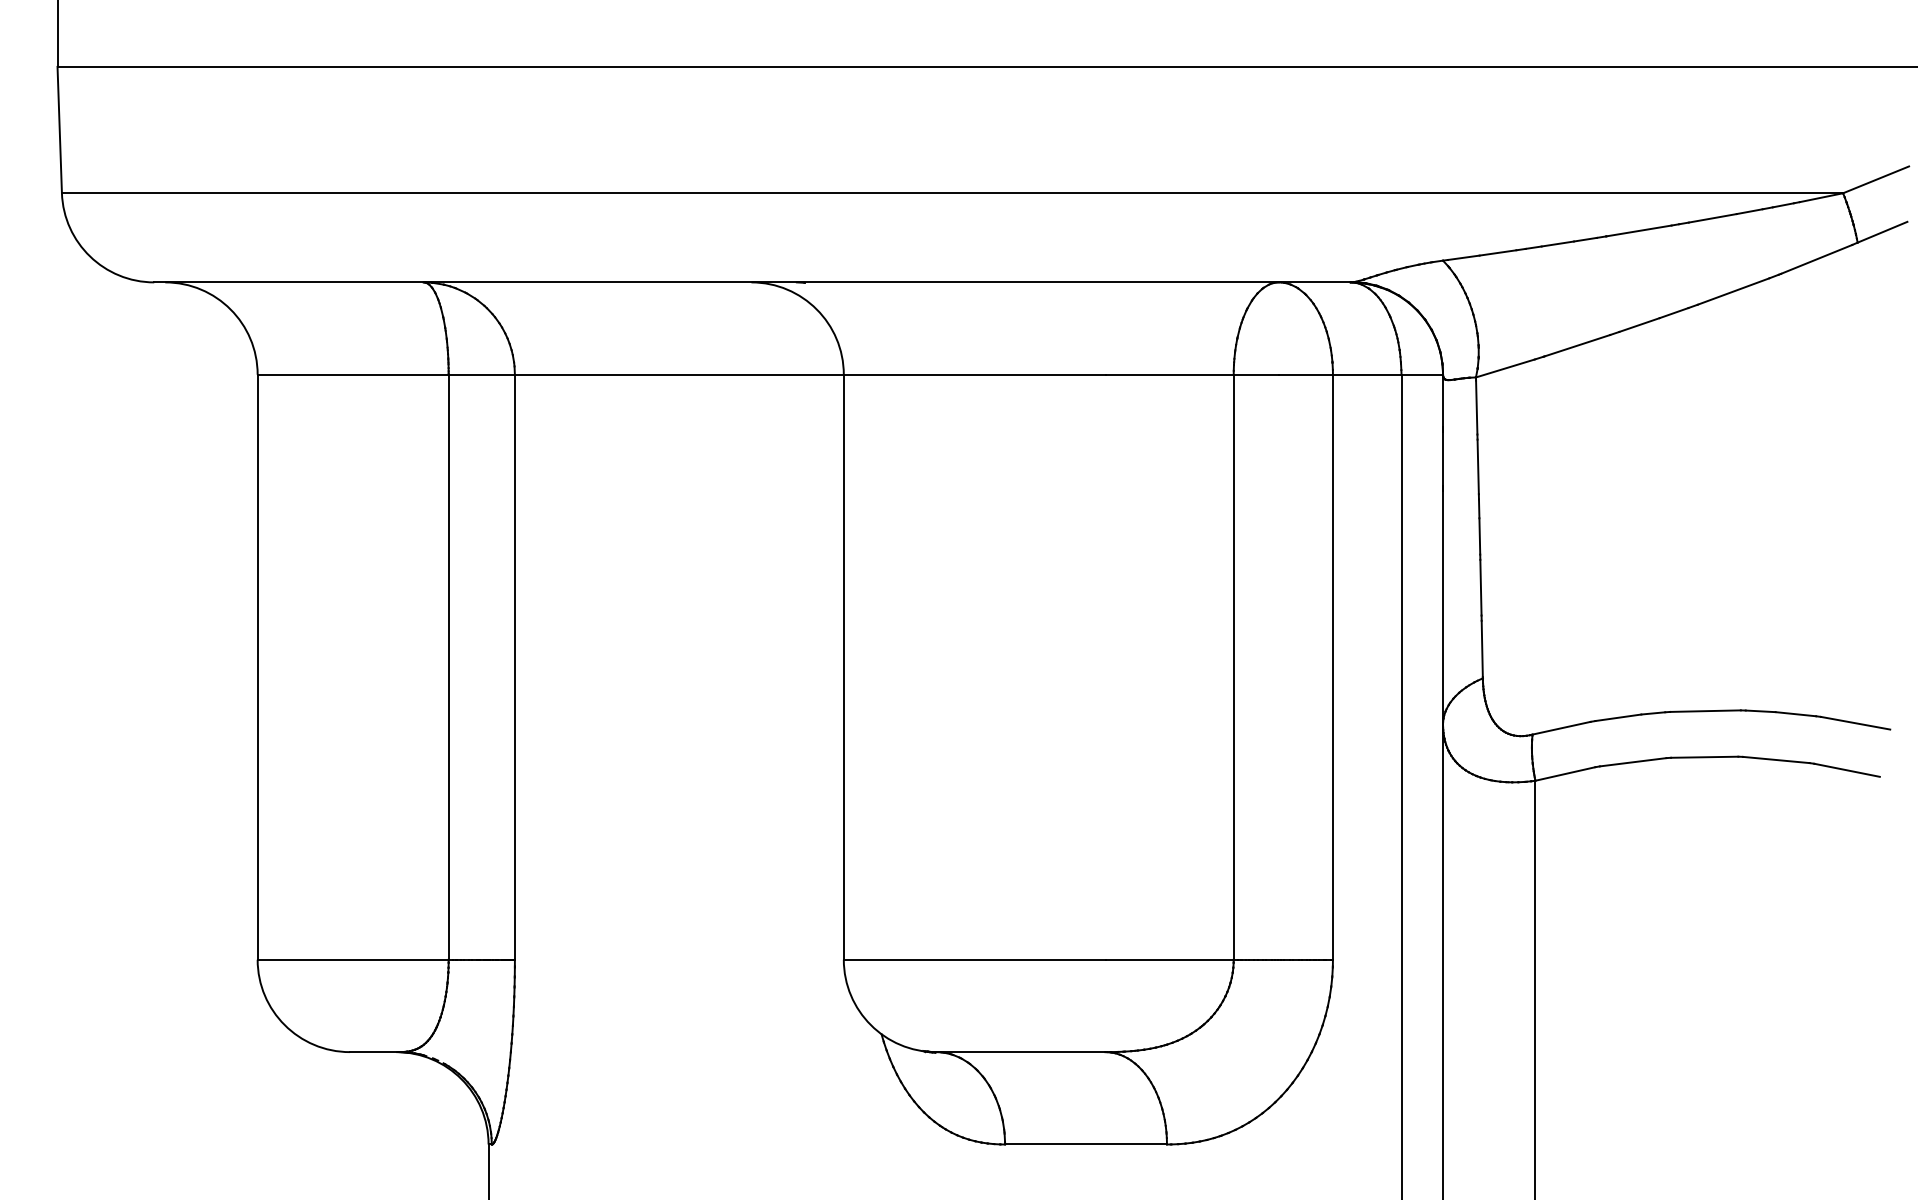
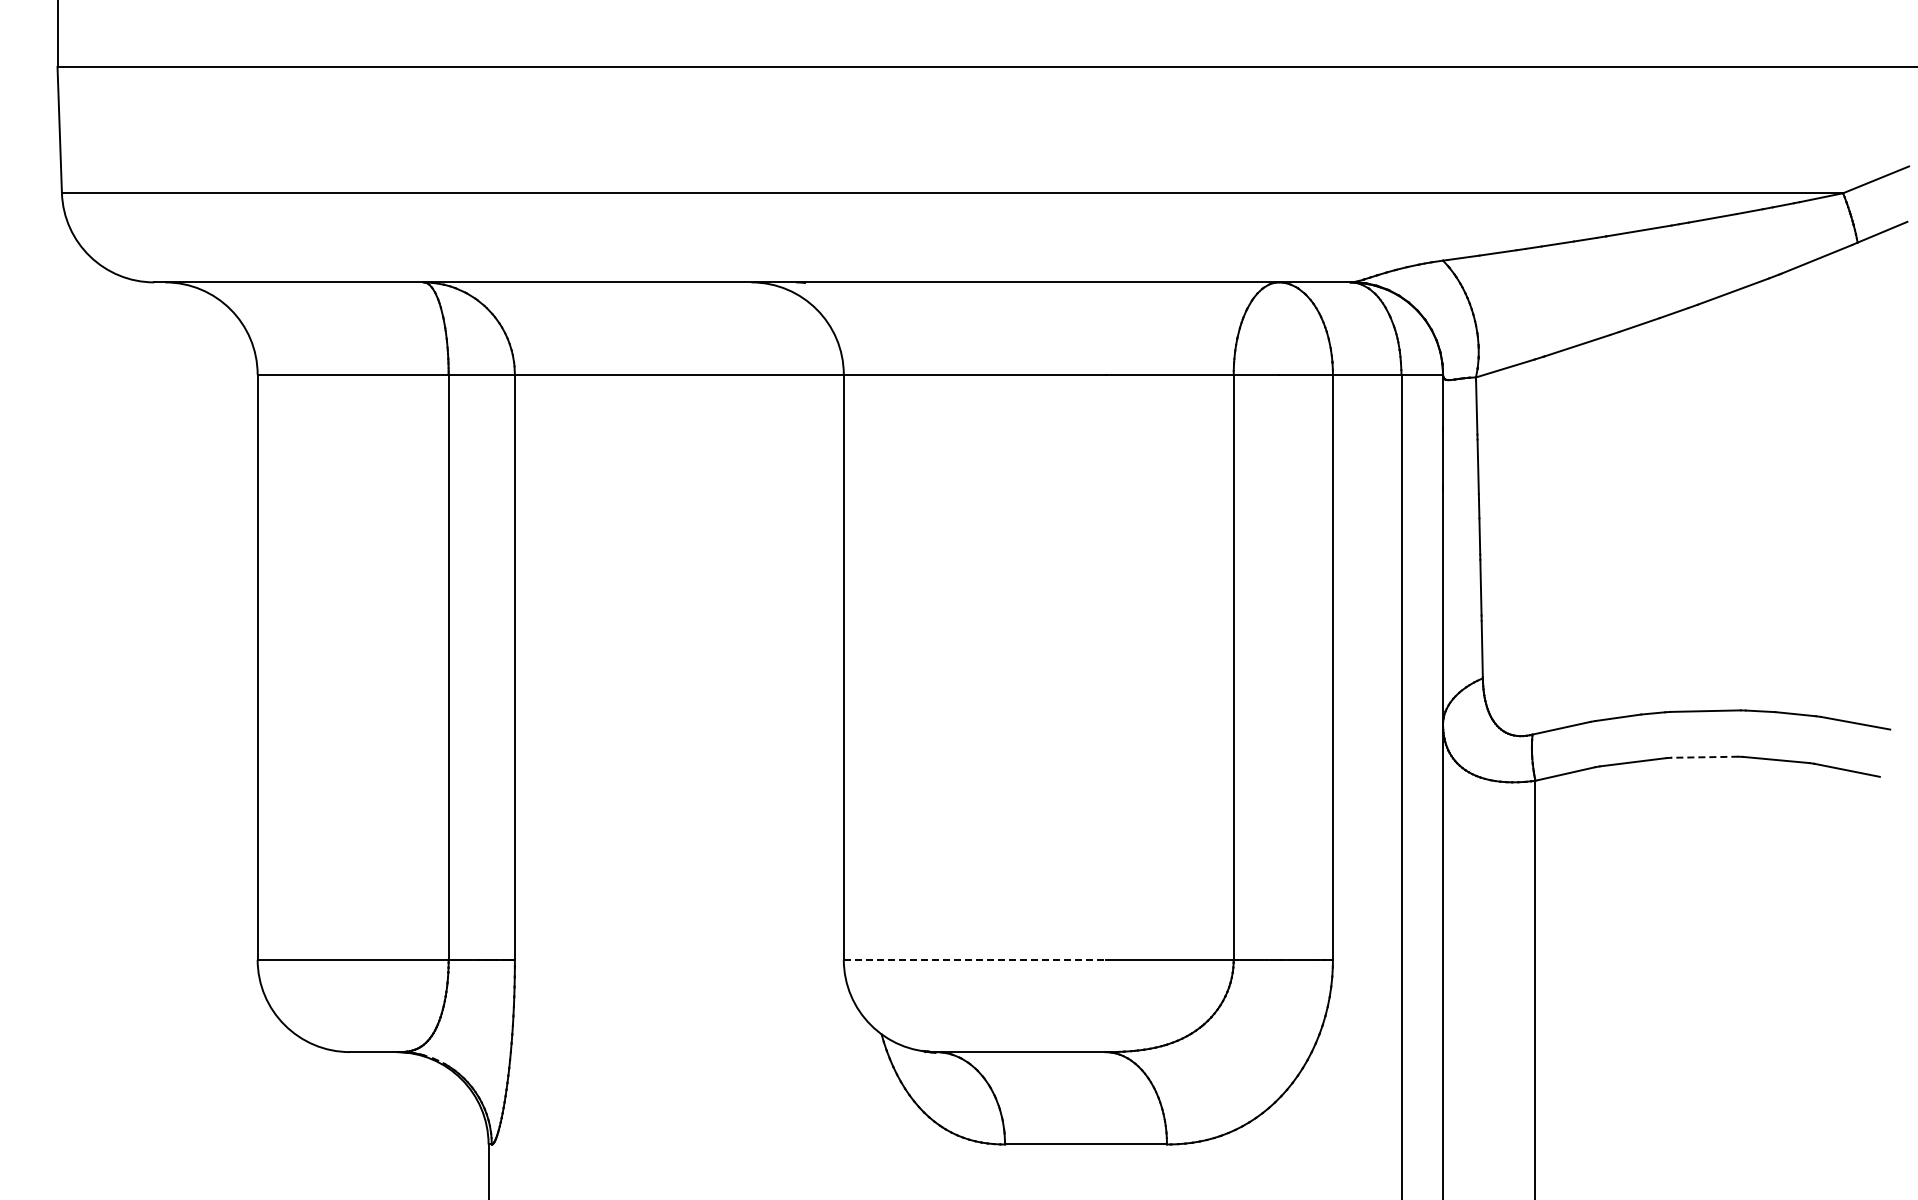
line at (1704, 757): solid -> dashed
line at (974, 959): solid -> dashed
